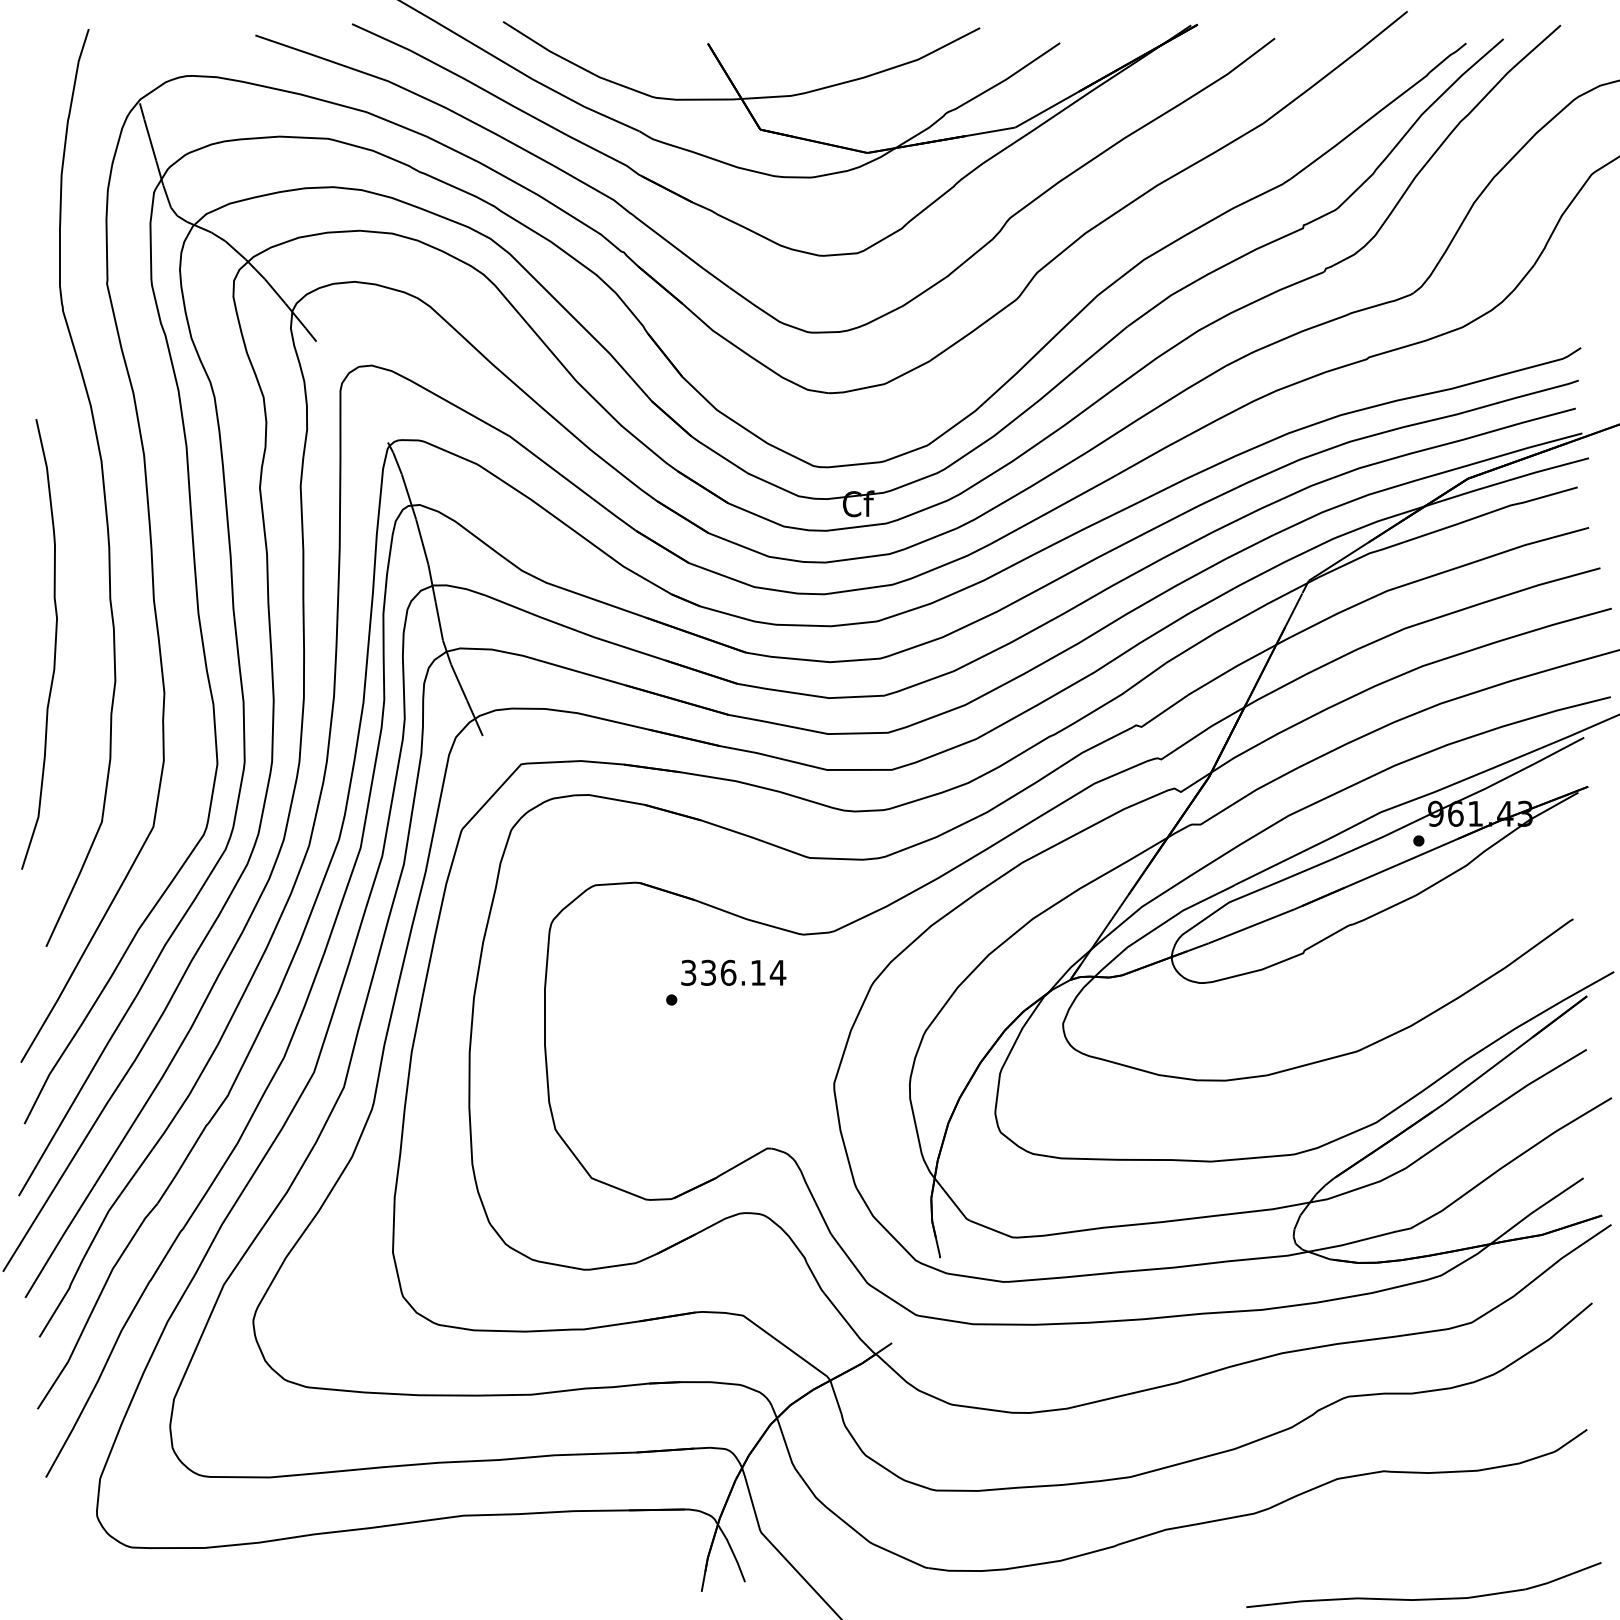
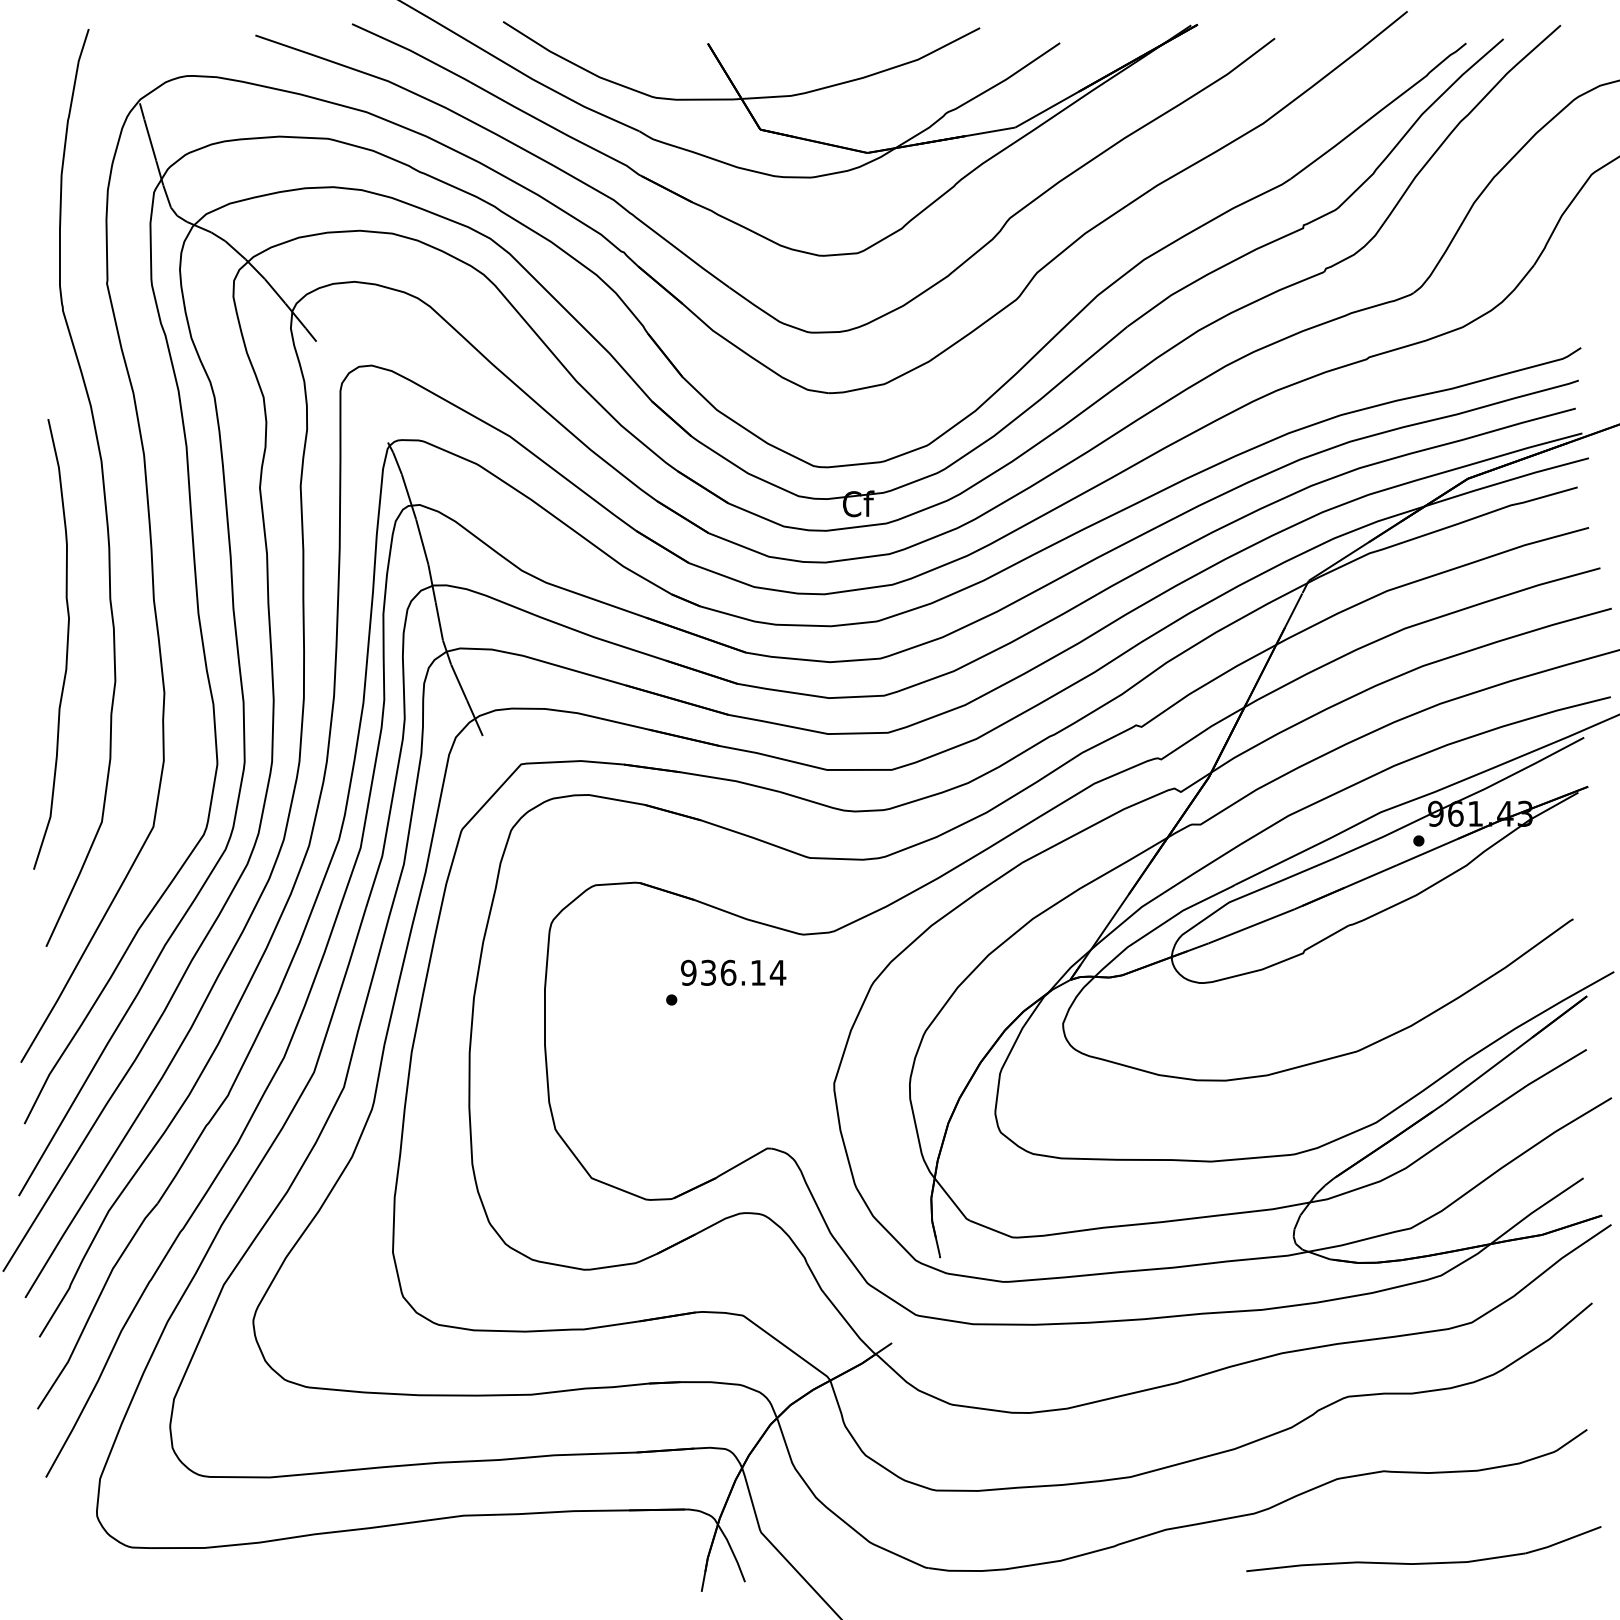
curve at (54, 644) position: (54, 644) -> (66, 644)
text at (688, 972): 336.14 -> 936.14
part at (1423, 1598) position: (1423, 1598) -> (1423, 1562)
